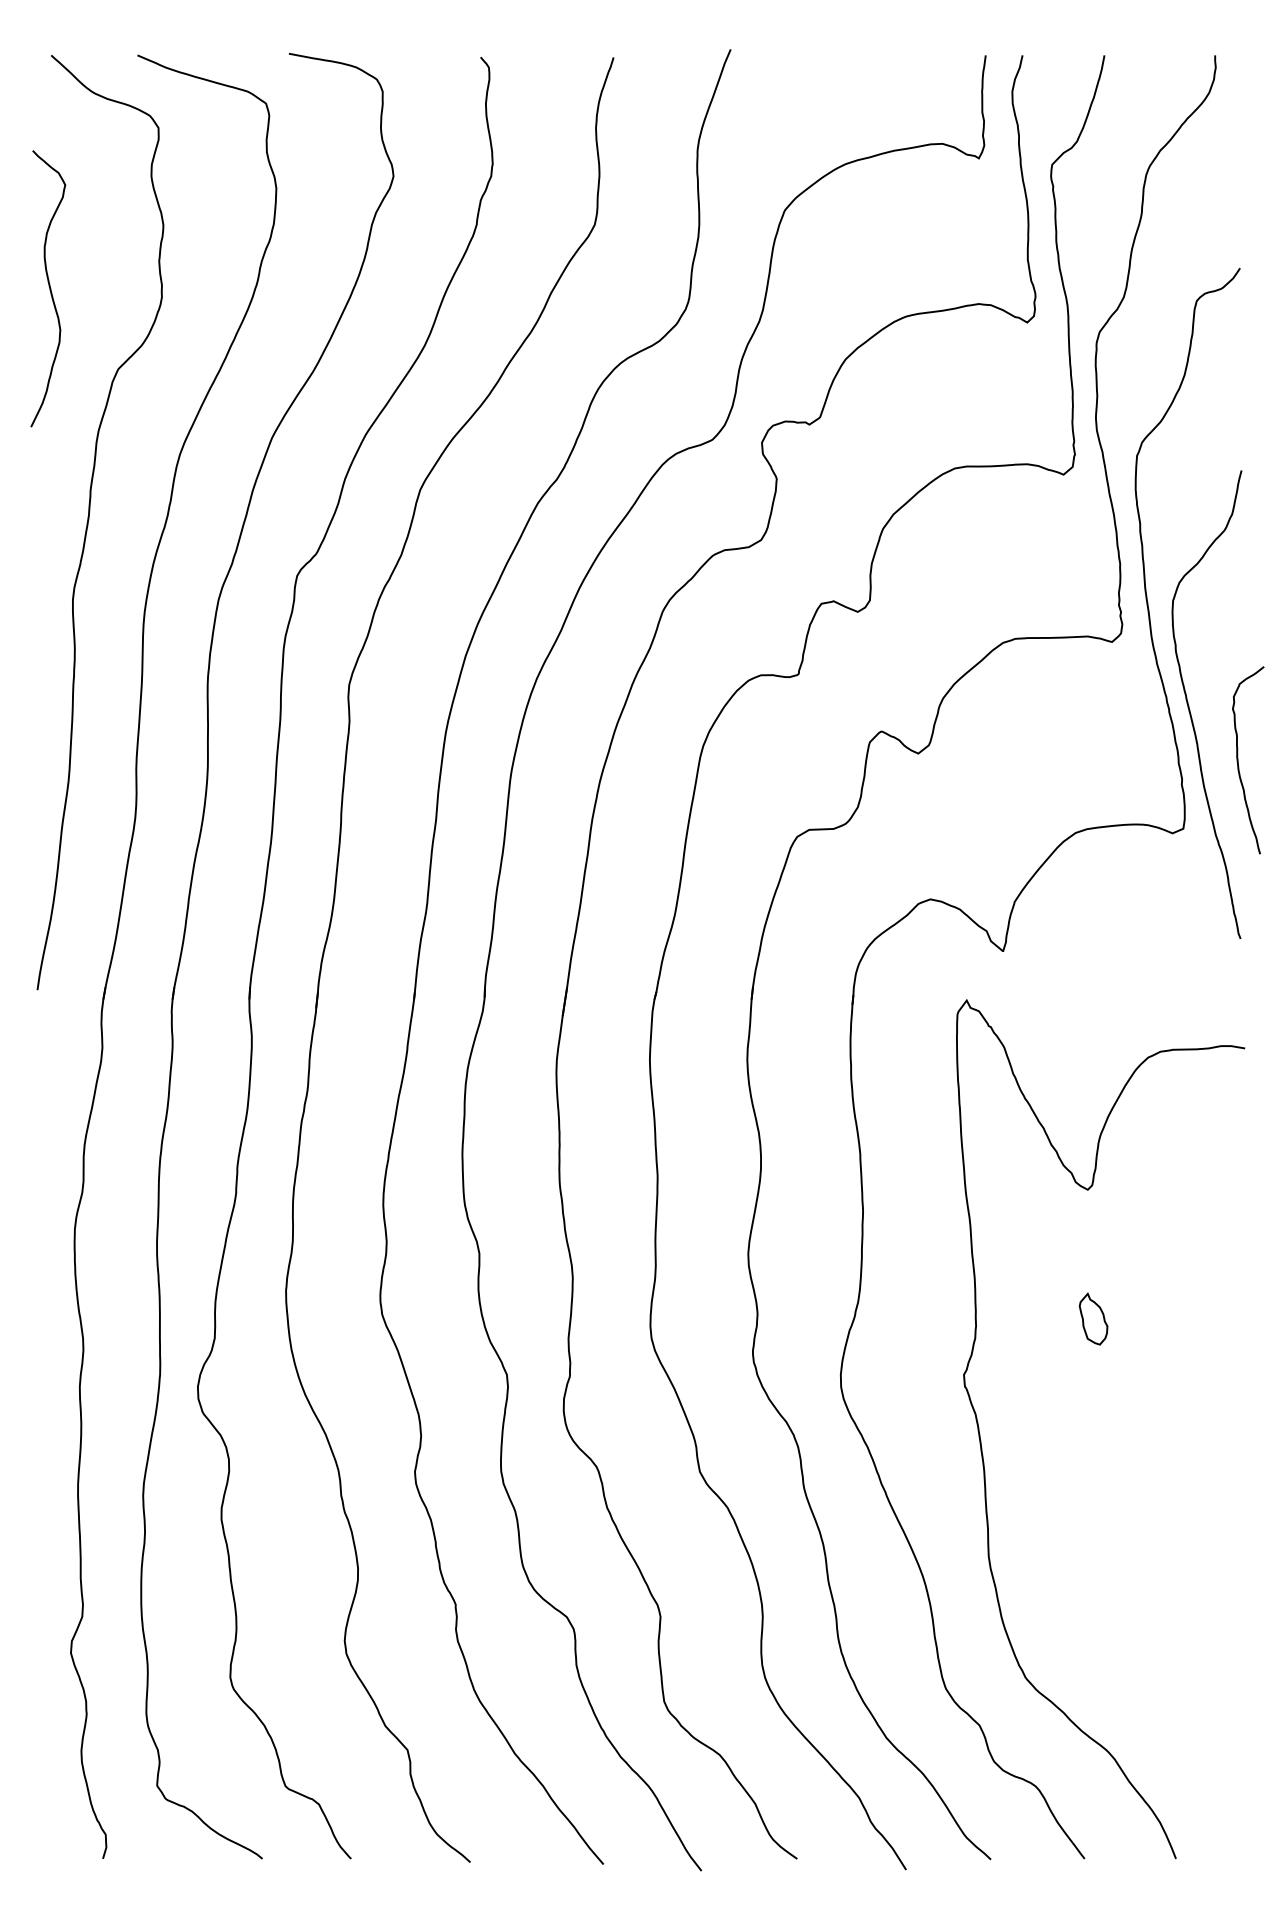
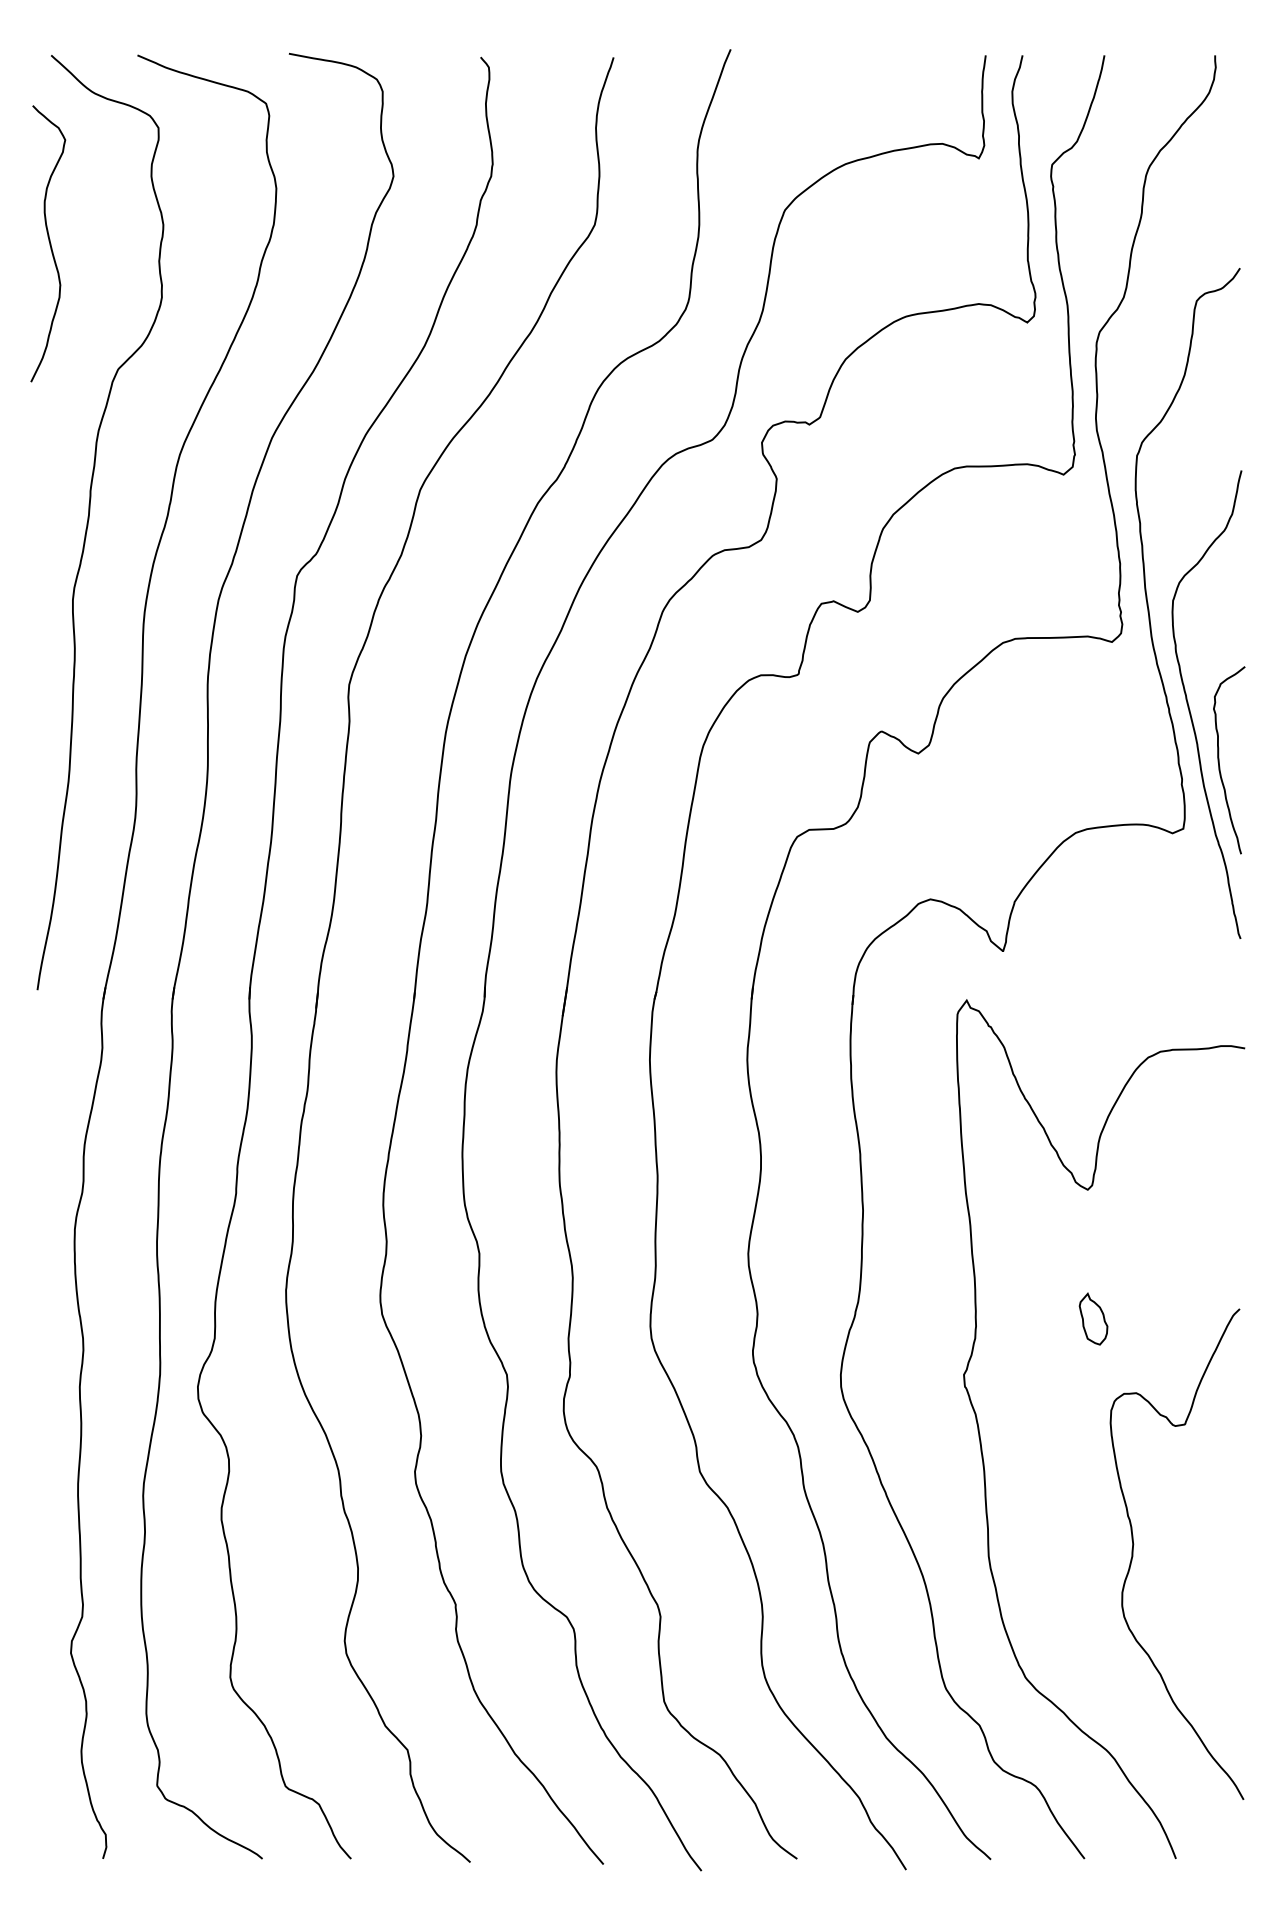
curve at (49, 288) position: (49, 288) -> (49, 243)
curve at (1238, 760) position: (1238, 760) -> (1219, 760)
curve at (1134, 1544): none -> present
